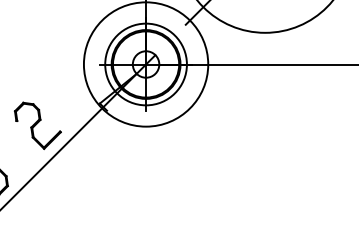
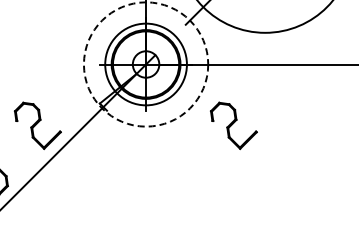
circle at (145, 64): solid -> dashed
part at (233, 125): none -> present
